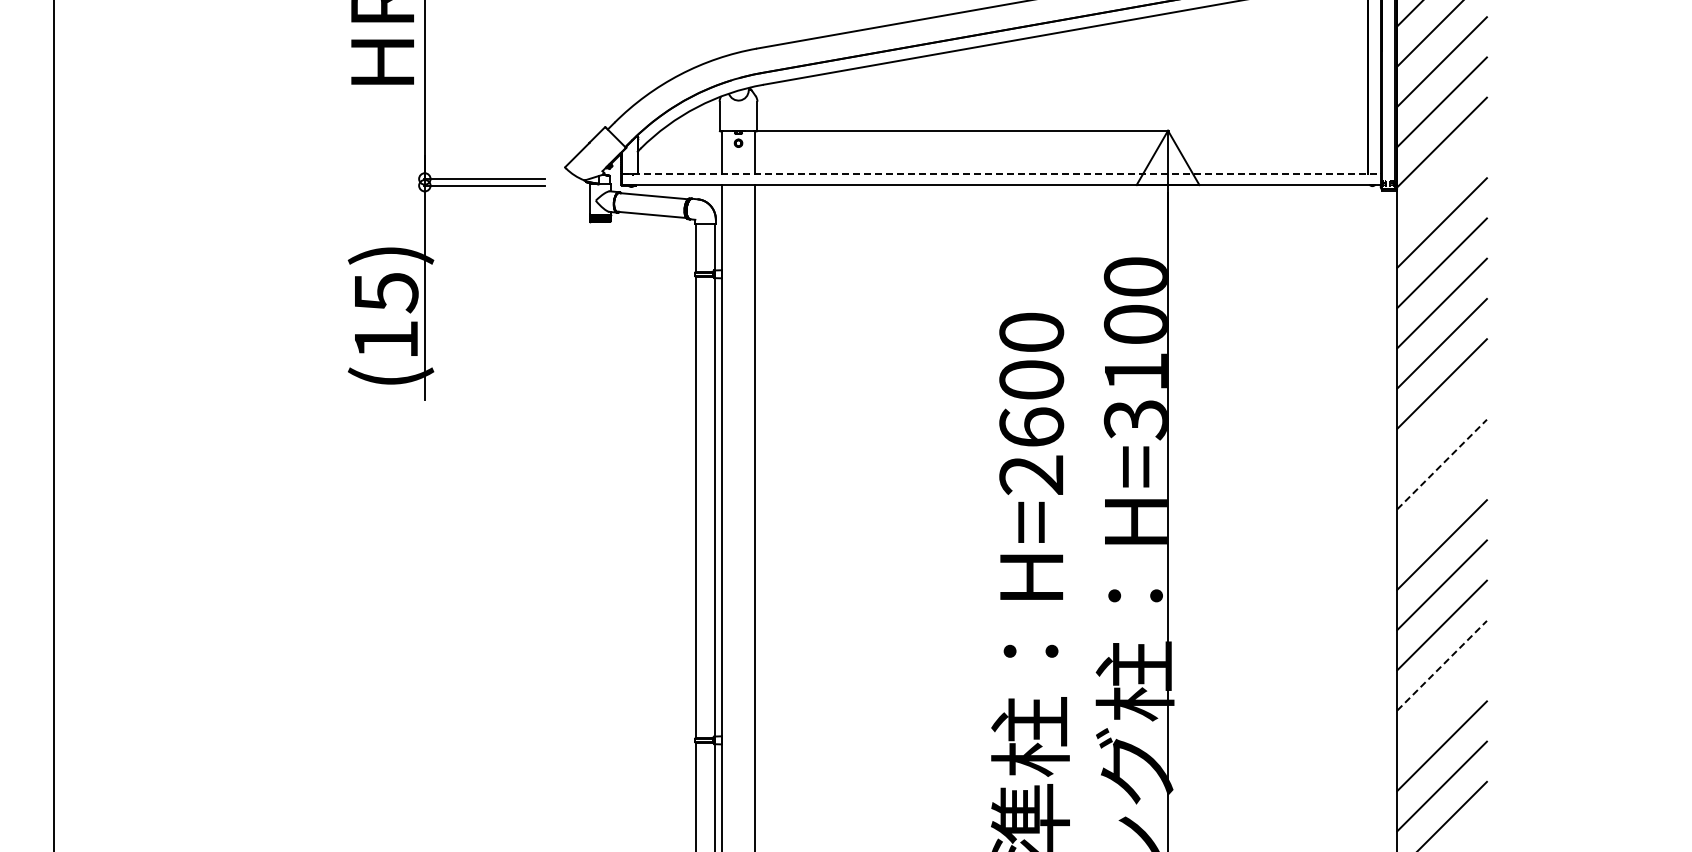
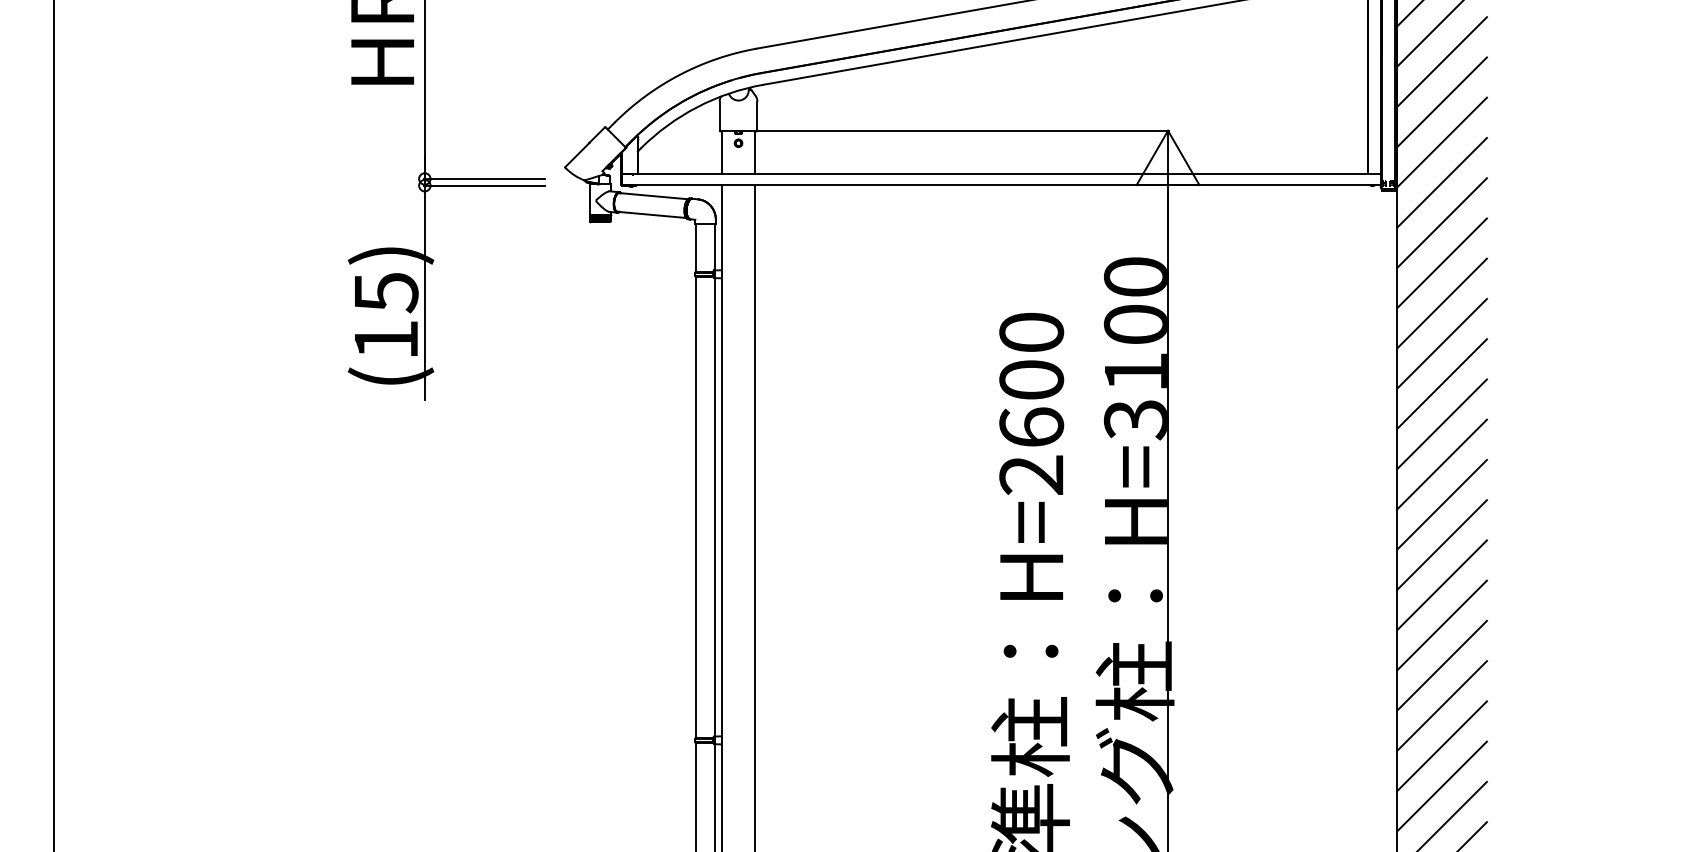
line at (1002, 174): dashed -> solid
line at (1441, 182): none -> present
line at (1441, 424): none -> present
line at (1442, 464): dashed -> solid
line at (1441, 504): none -> present
line at (1442, 665): dashed -> solid
line at (1441, 705): none -> present
line at (1473, 835): none -> present
